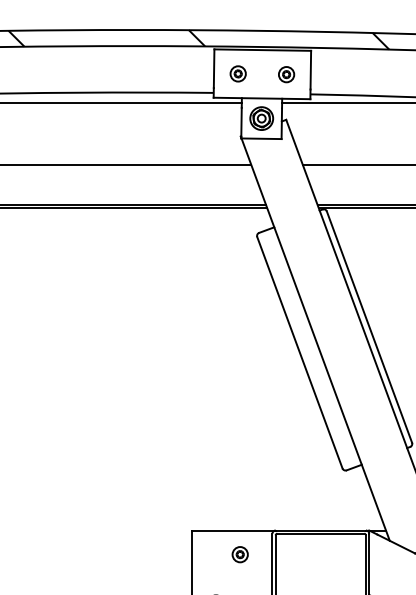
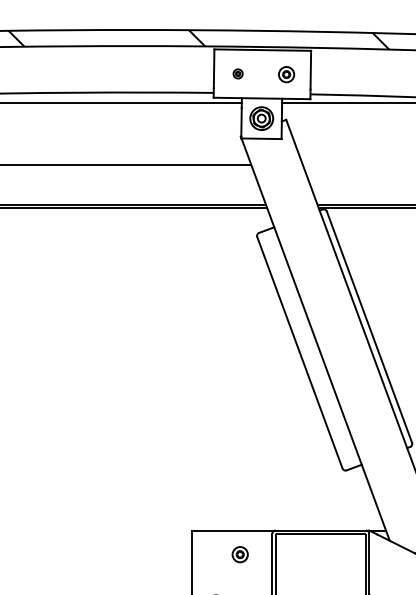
part at (237, 73) size: 18x18 px -> 12x12 px
line at (357, 164): present -> none
